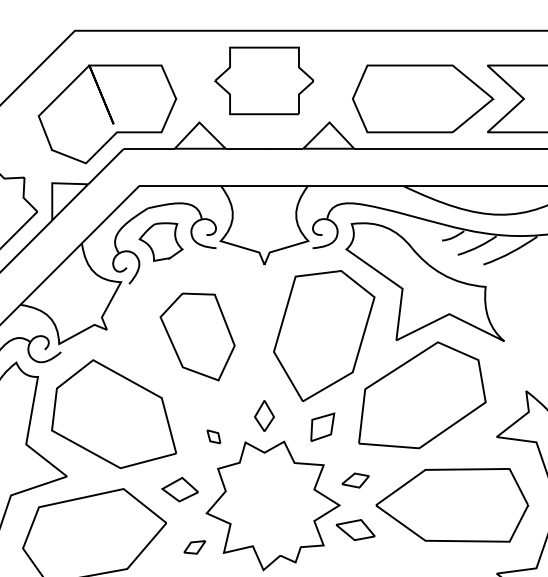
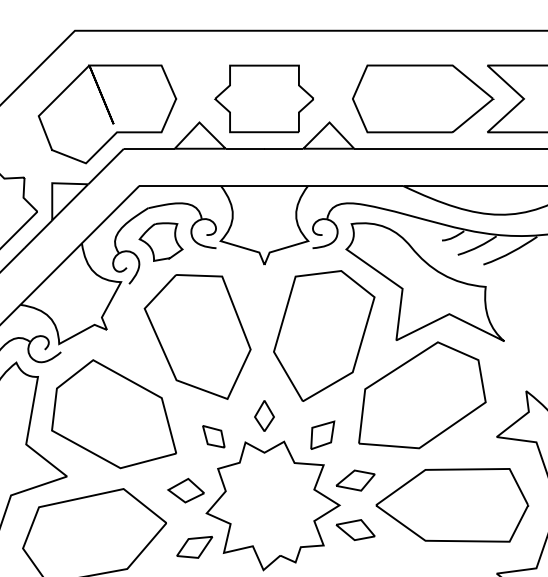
part at (263, 80) position: (263, 80) -> (263, 98)
part at (197, 336) size: 77x90 px -> 109x126 px
part at (322, 426) position: (322, 426) -> (322, 434)
part at (213, 436) size: 16x16 px -> 24x24 px
part at (355, 480) size: 29x17 px -> 41x23 px
part at (179, 489) position: (179, 489) -> (185, 490)
part at (194, 547) size: 24x15 px -> 38x23 px
